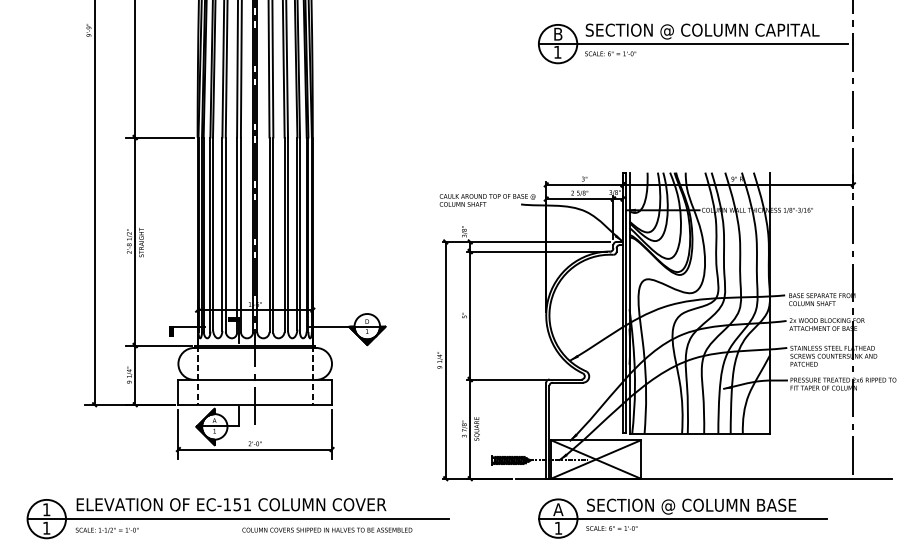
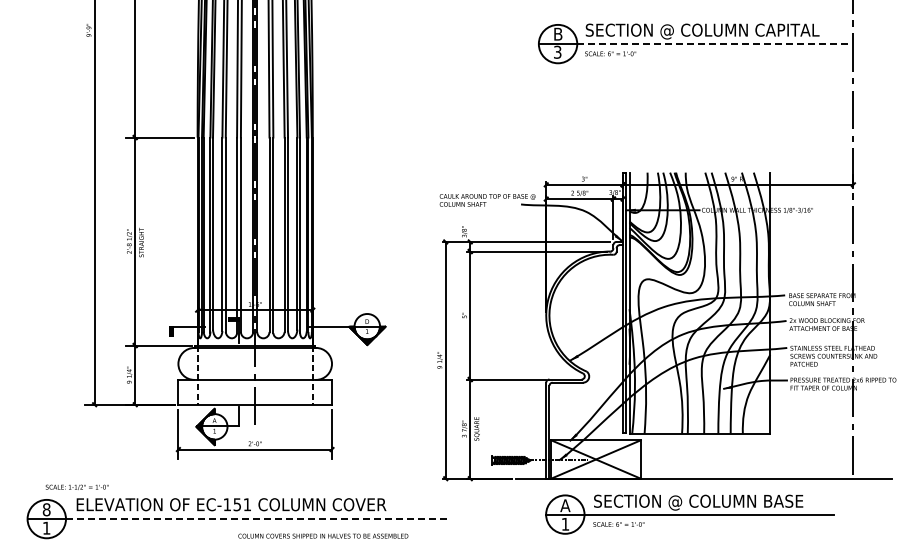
line at (712, 44): solid -> dashed
text at (557, 51): 1 -> 3
text at (46, 509): 1 -> 8
part at (682, 518) position: (682, 518) -> (689, 514)
line at (257, 519): solid -> dashed
text at (106, 529) position: (106, 529) -> (76, 486)
text at (327, 529) position: (327, 529) -> (323, 535)
